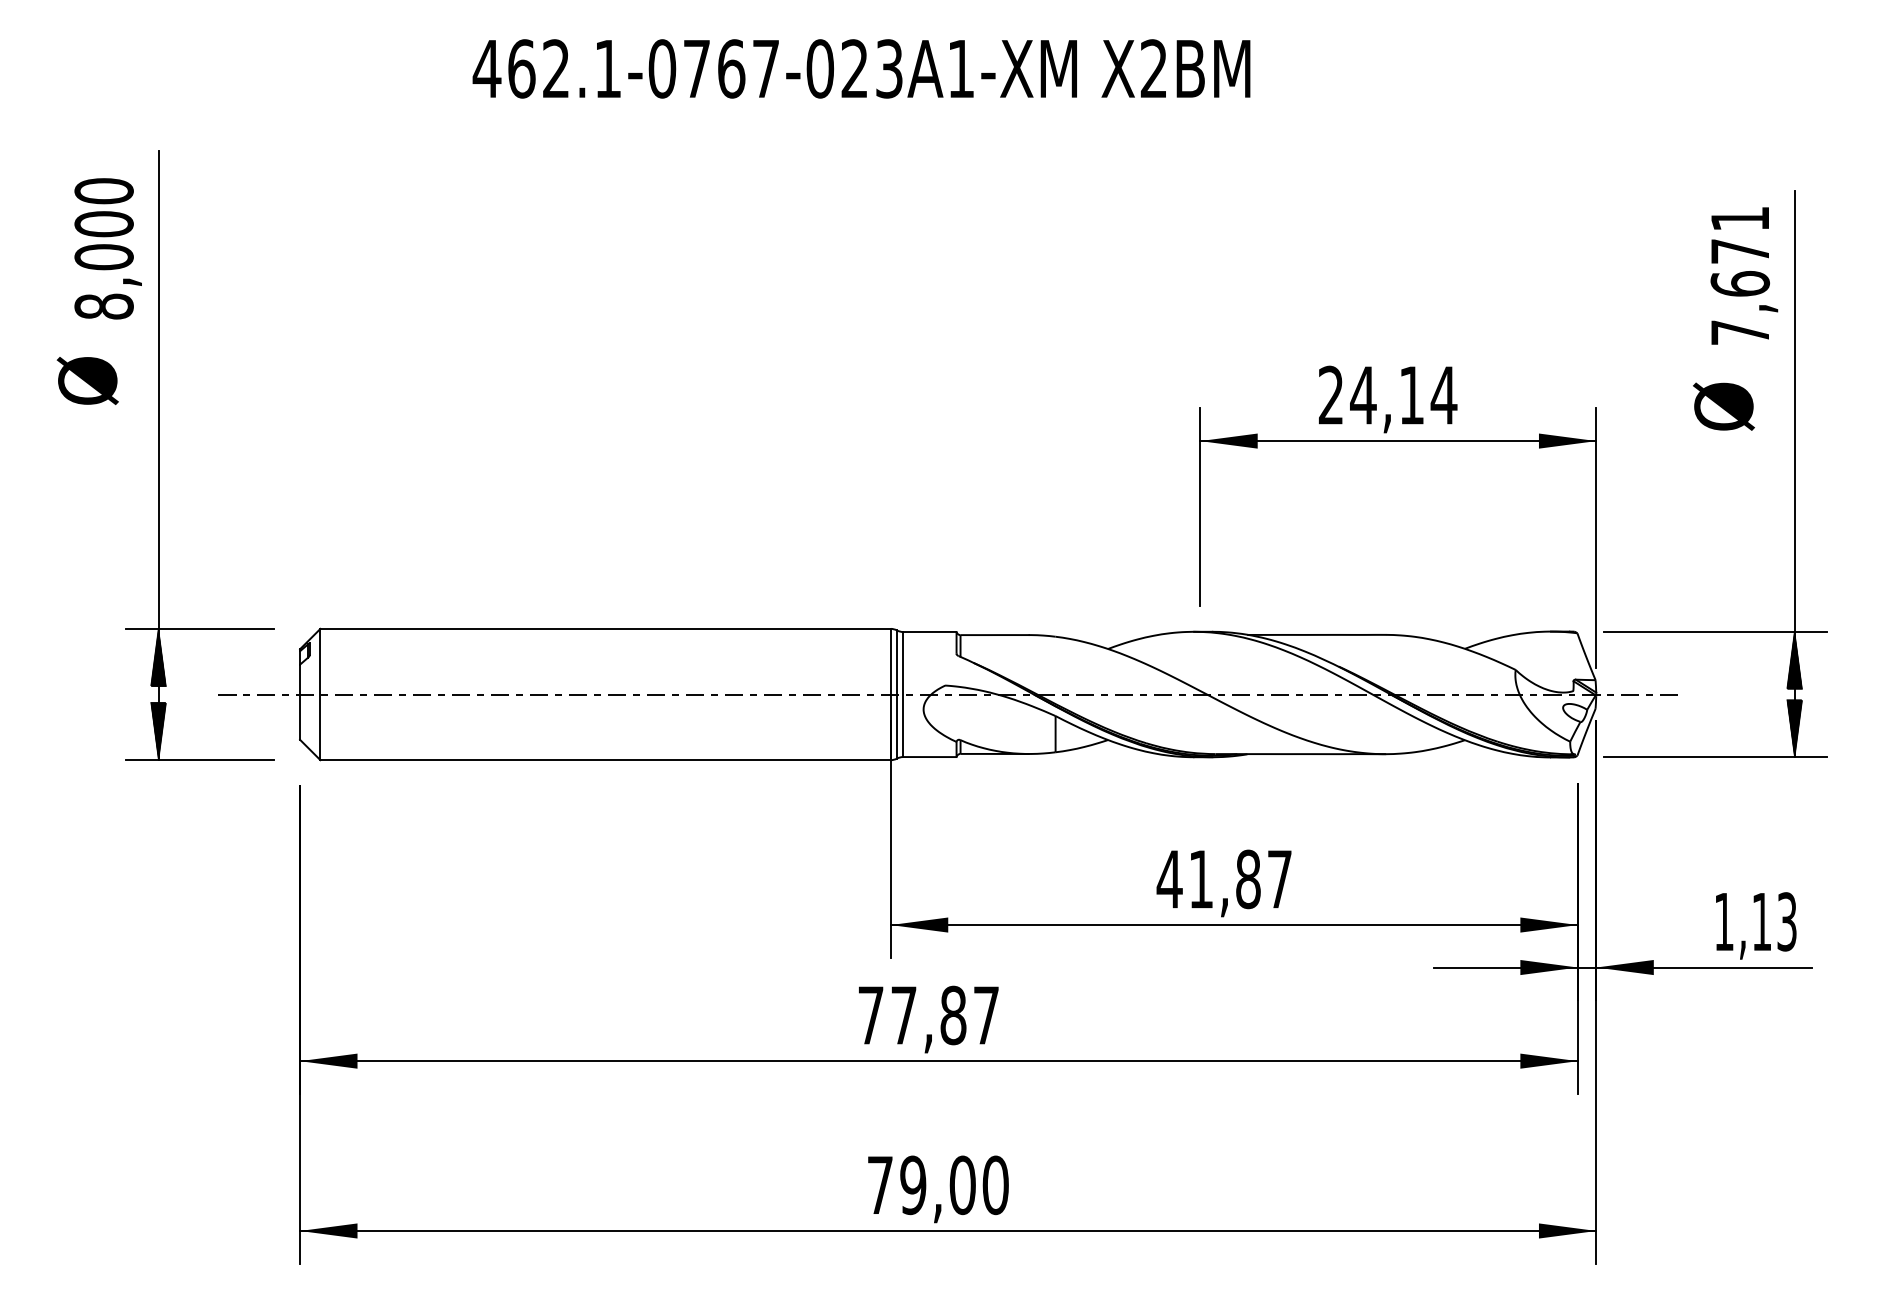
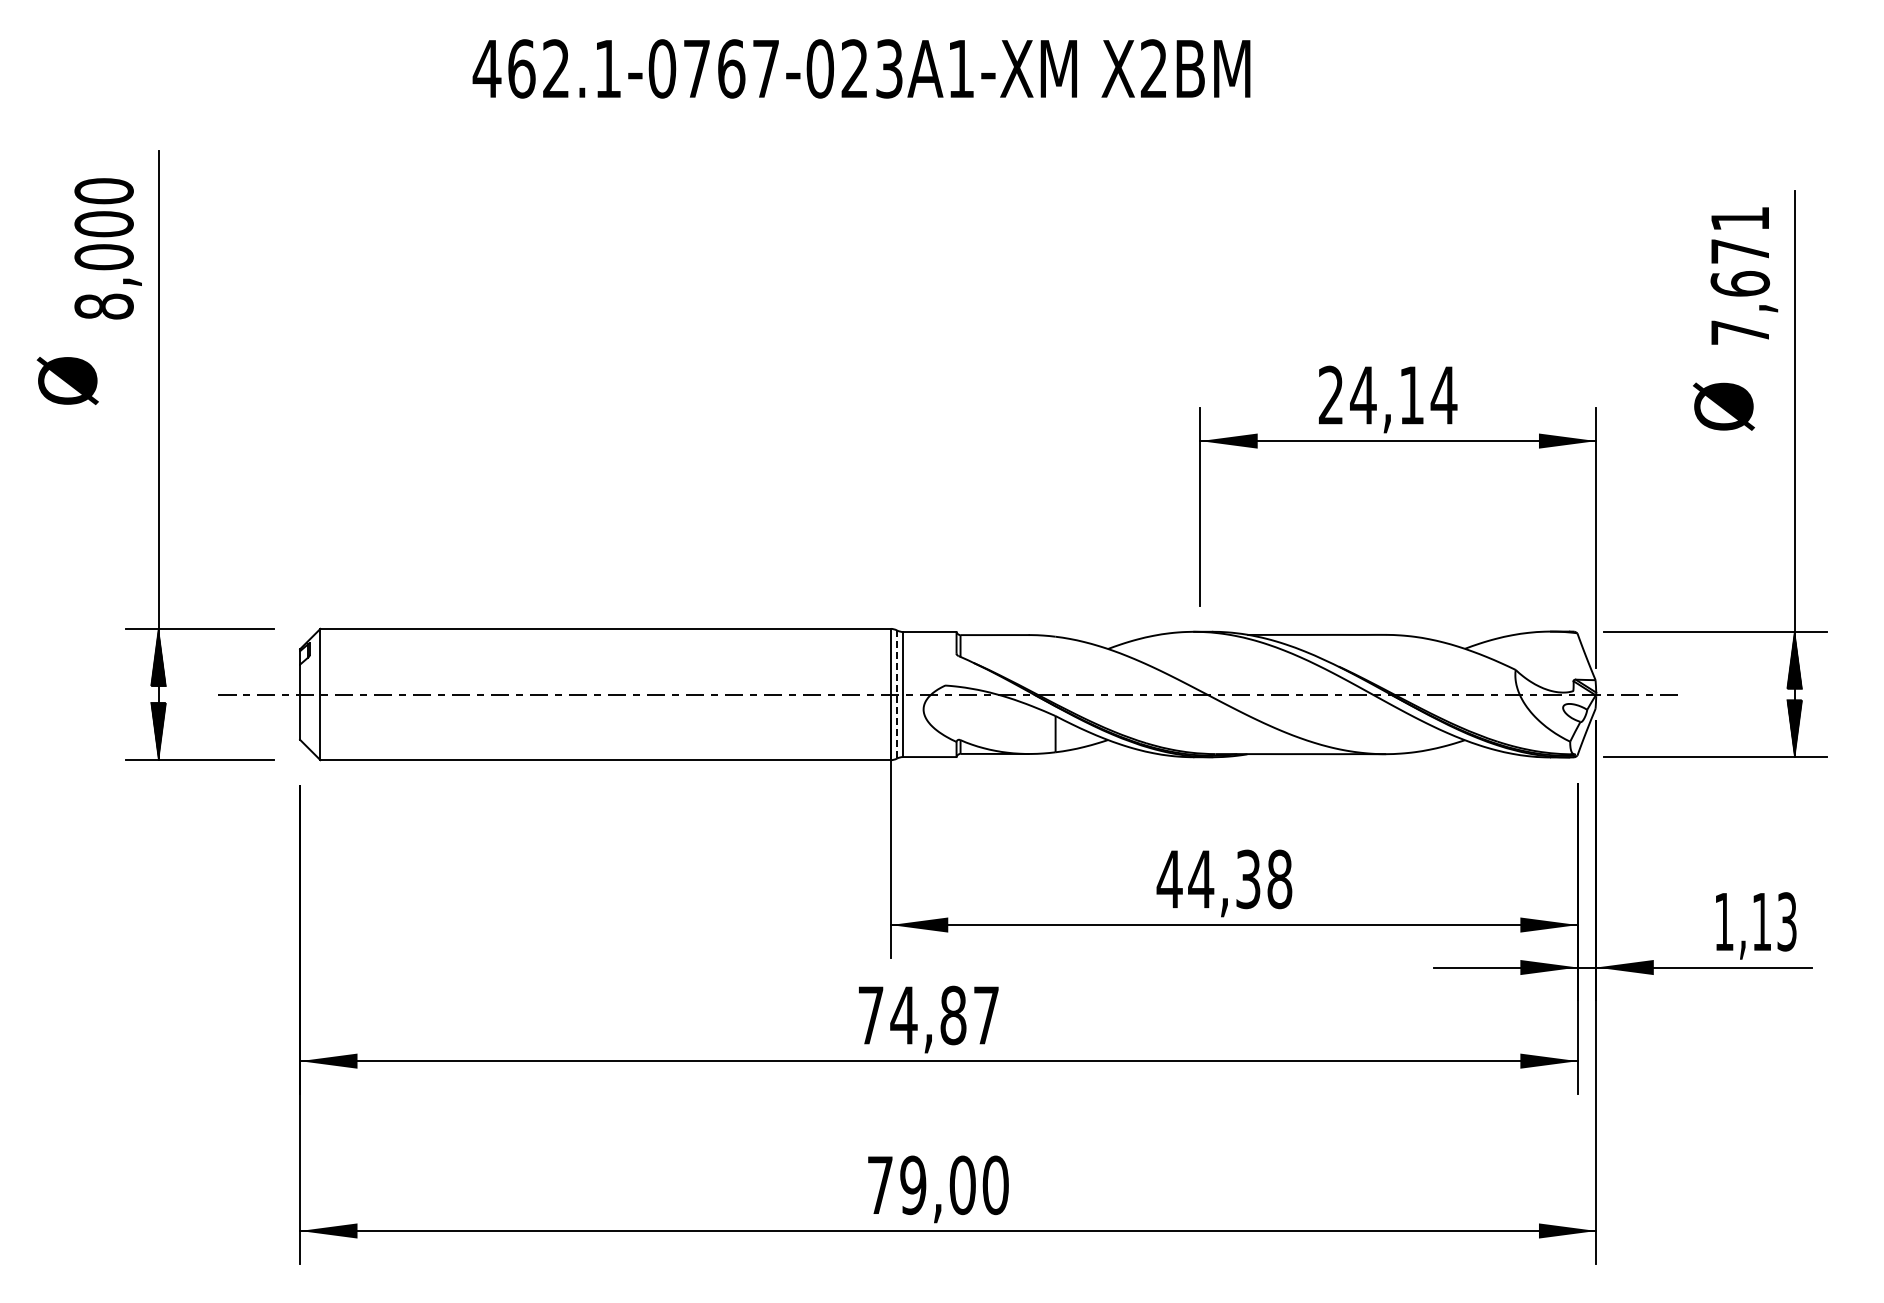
text at (87, 380) position: (87, 380) -> (67, 380)
line at (897, 695): solid -> dashed
text at (1240, 879): 41,87 -> 44,38
text at (903, 1015): 77,87 -> 74,87
